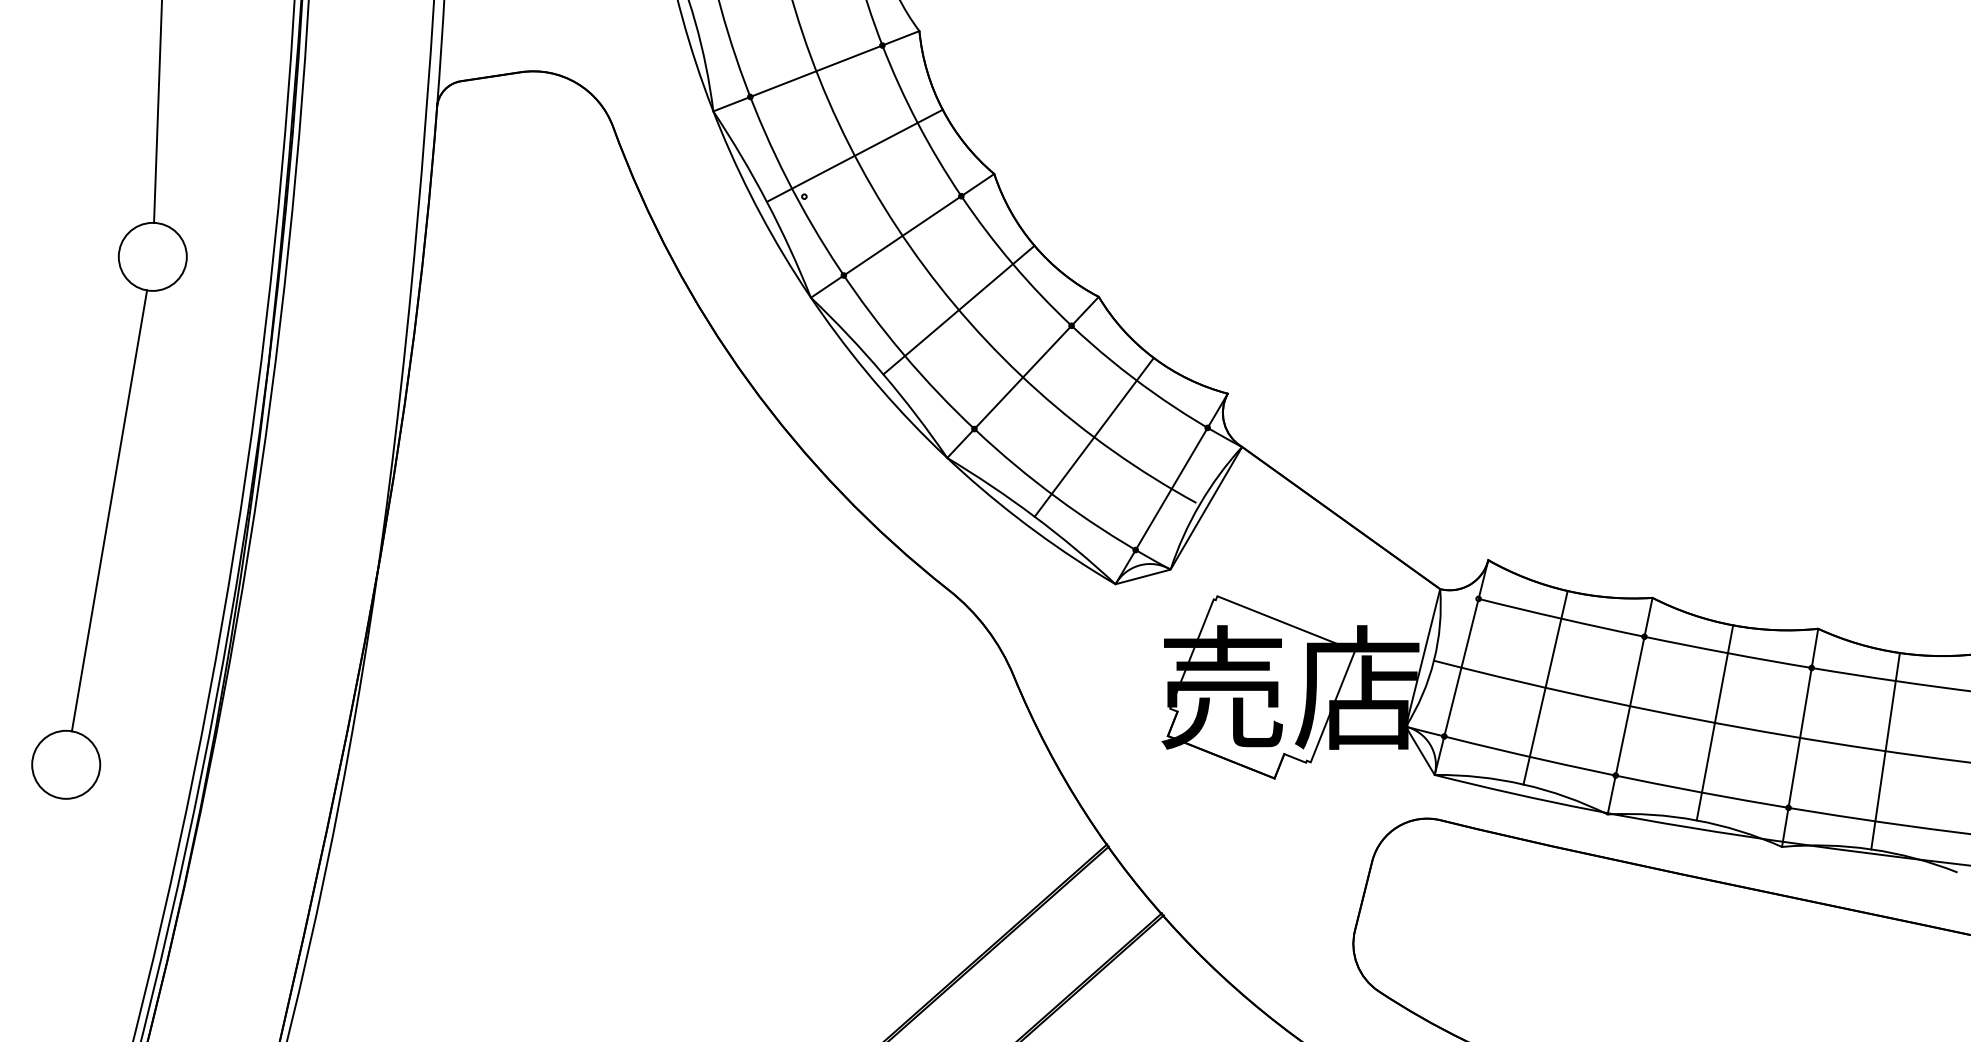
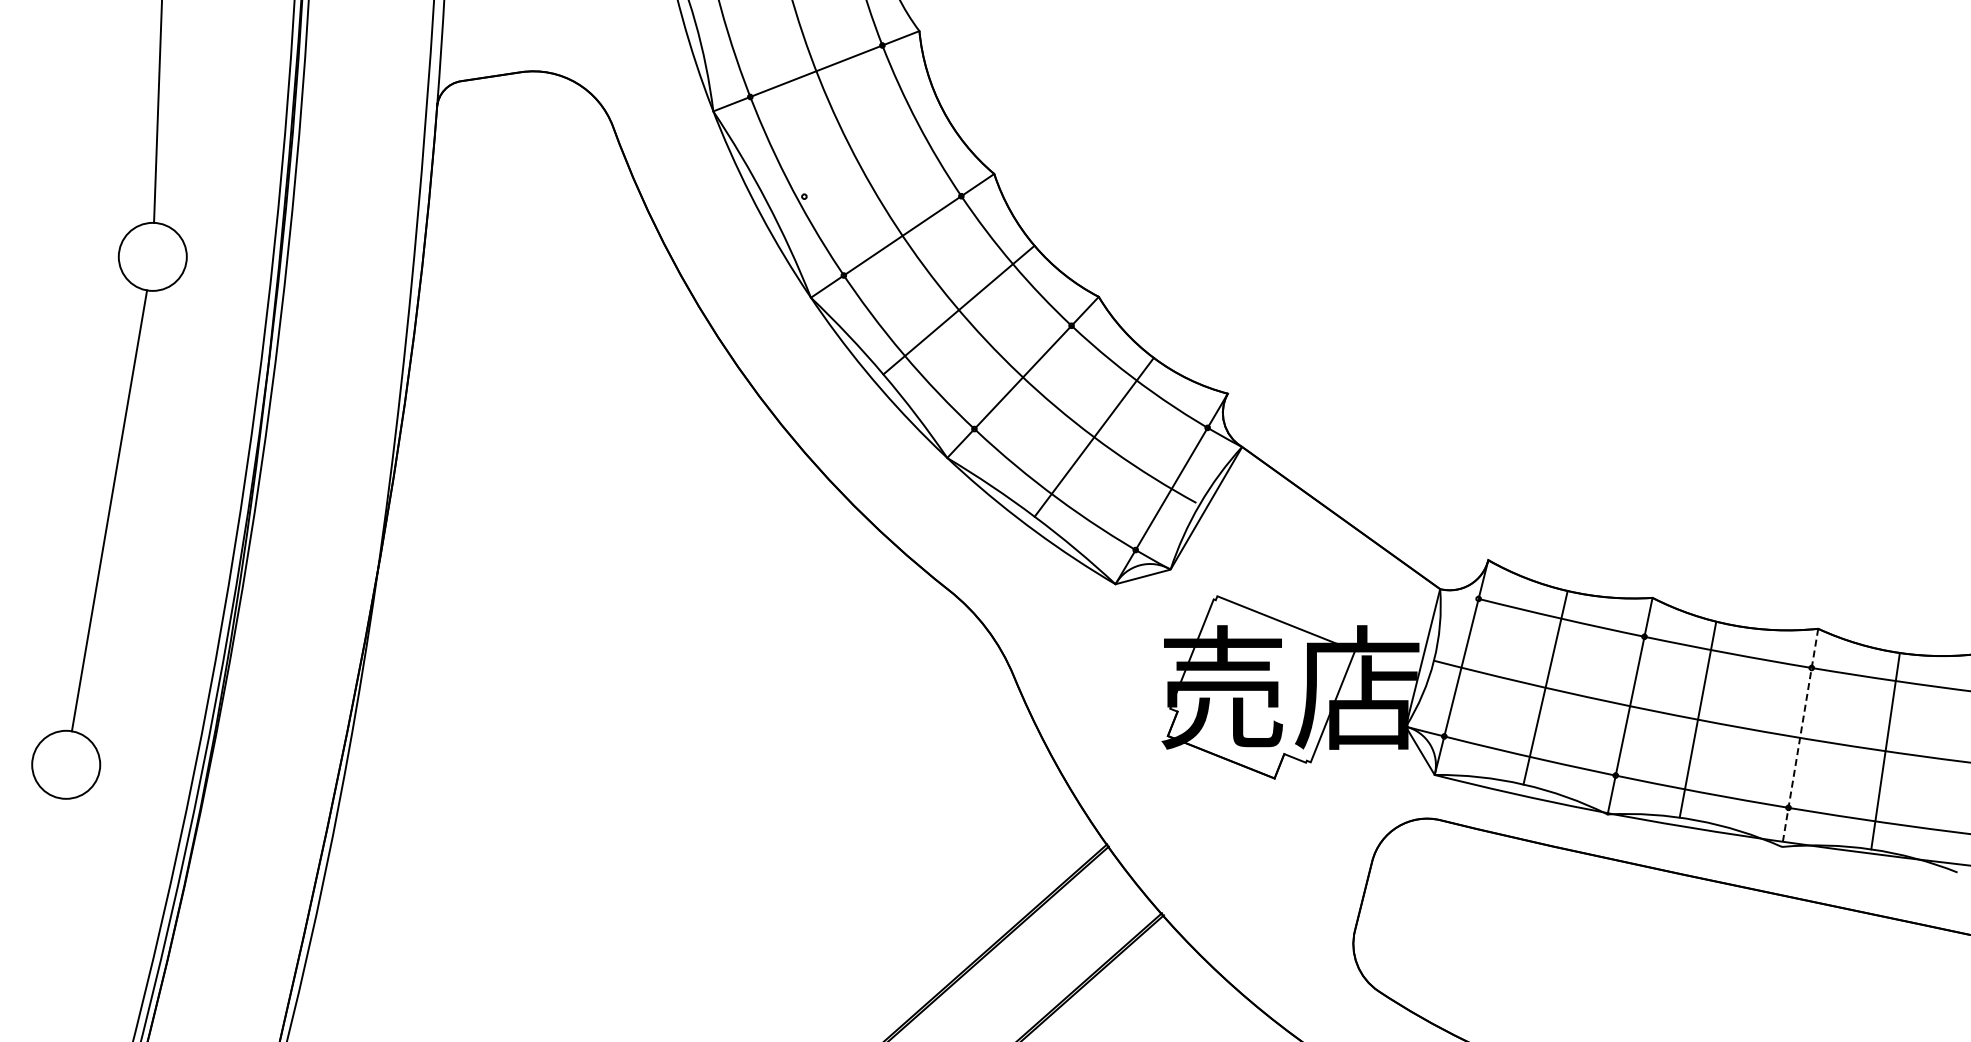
line at (854, 155): present -> none
line at (1714, 722) position: (1714, 722) -> (1697, 719)
line at (1800, 737): solid -> dashed
